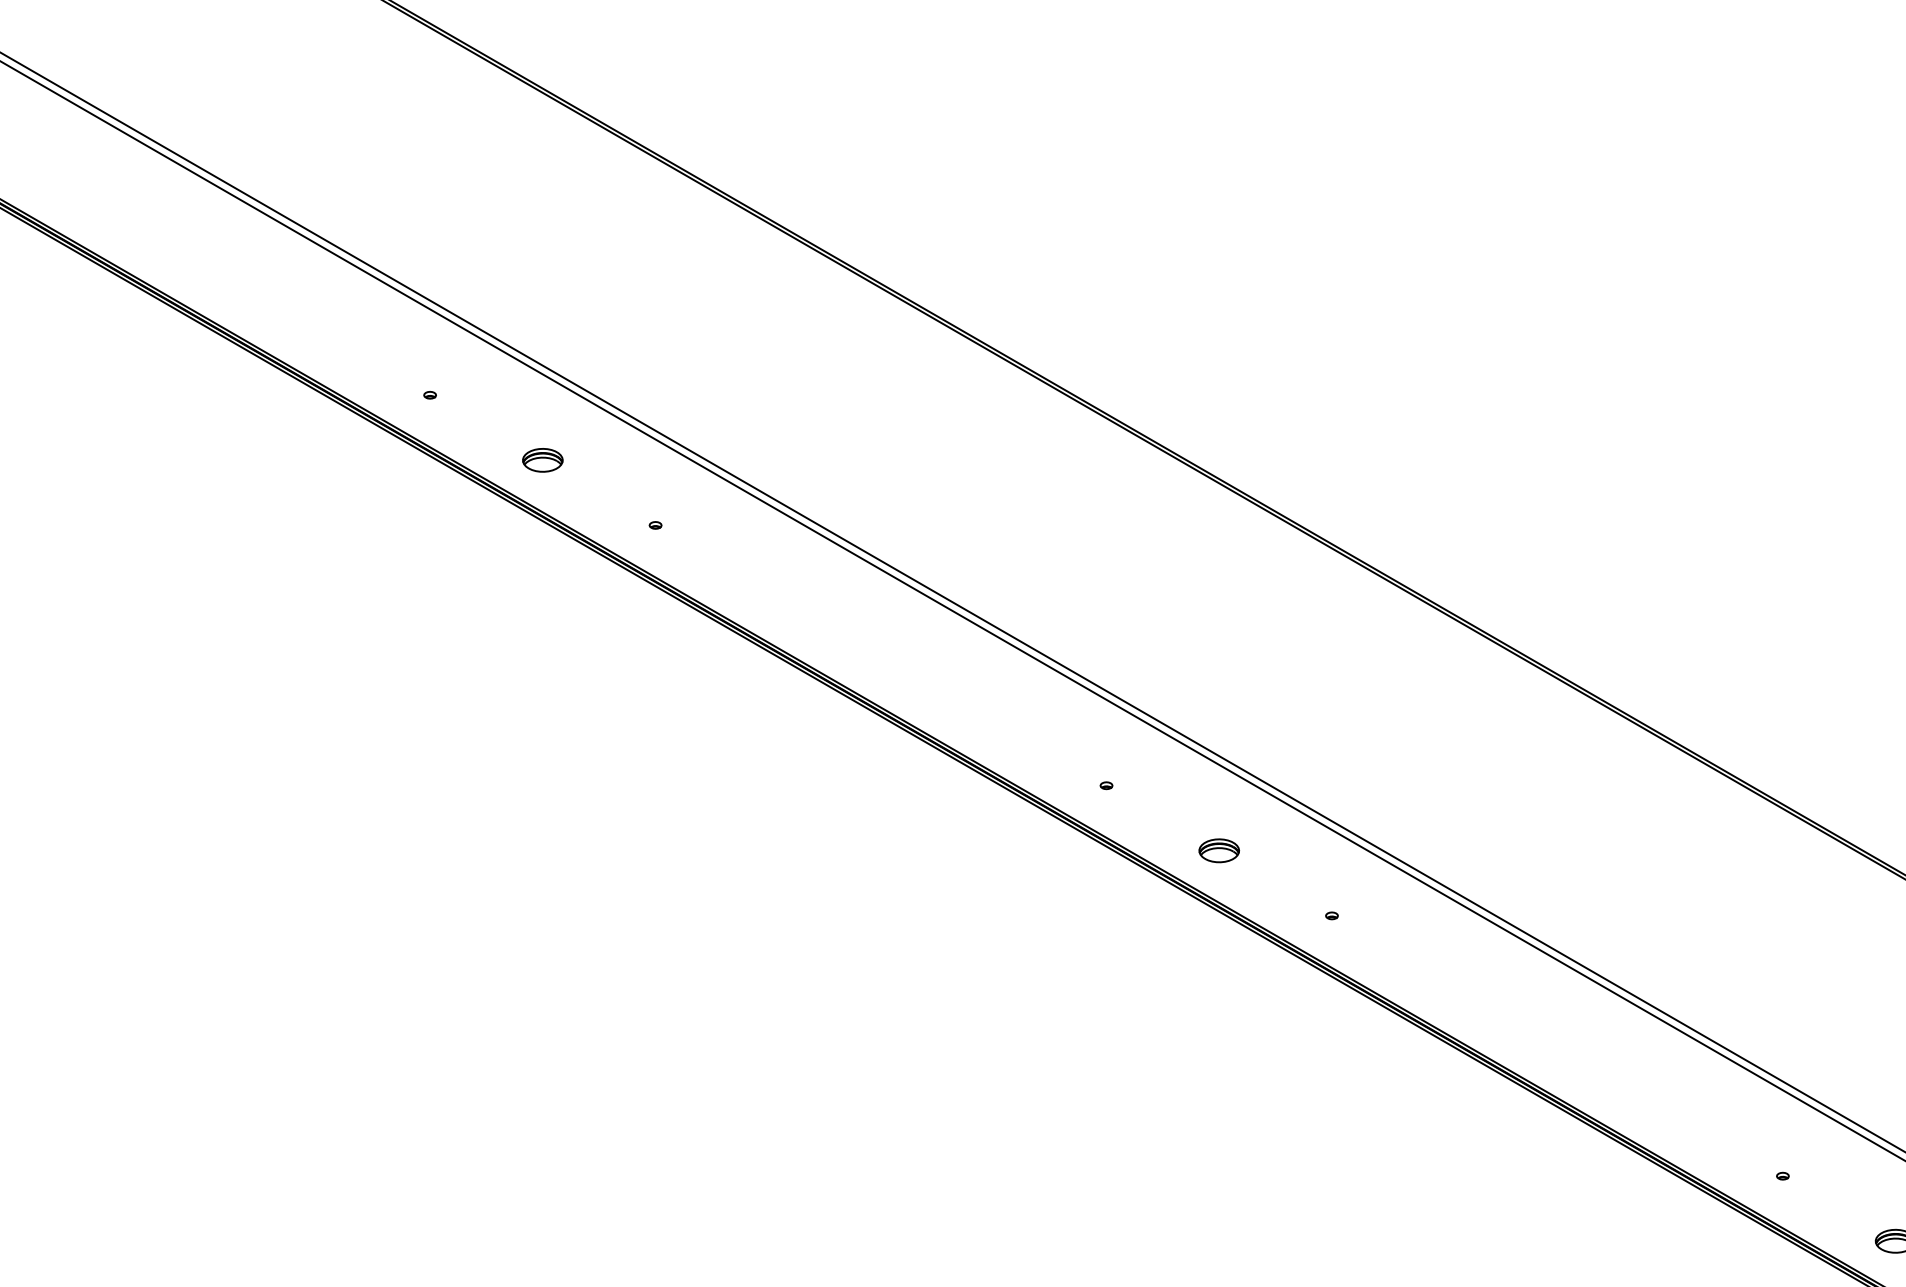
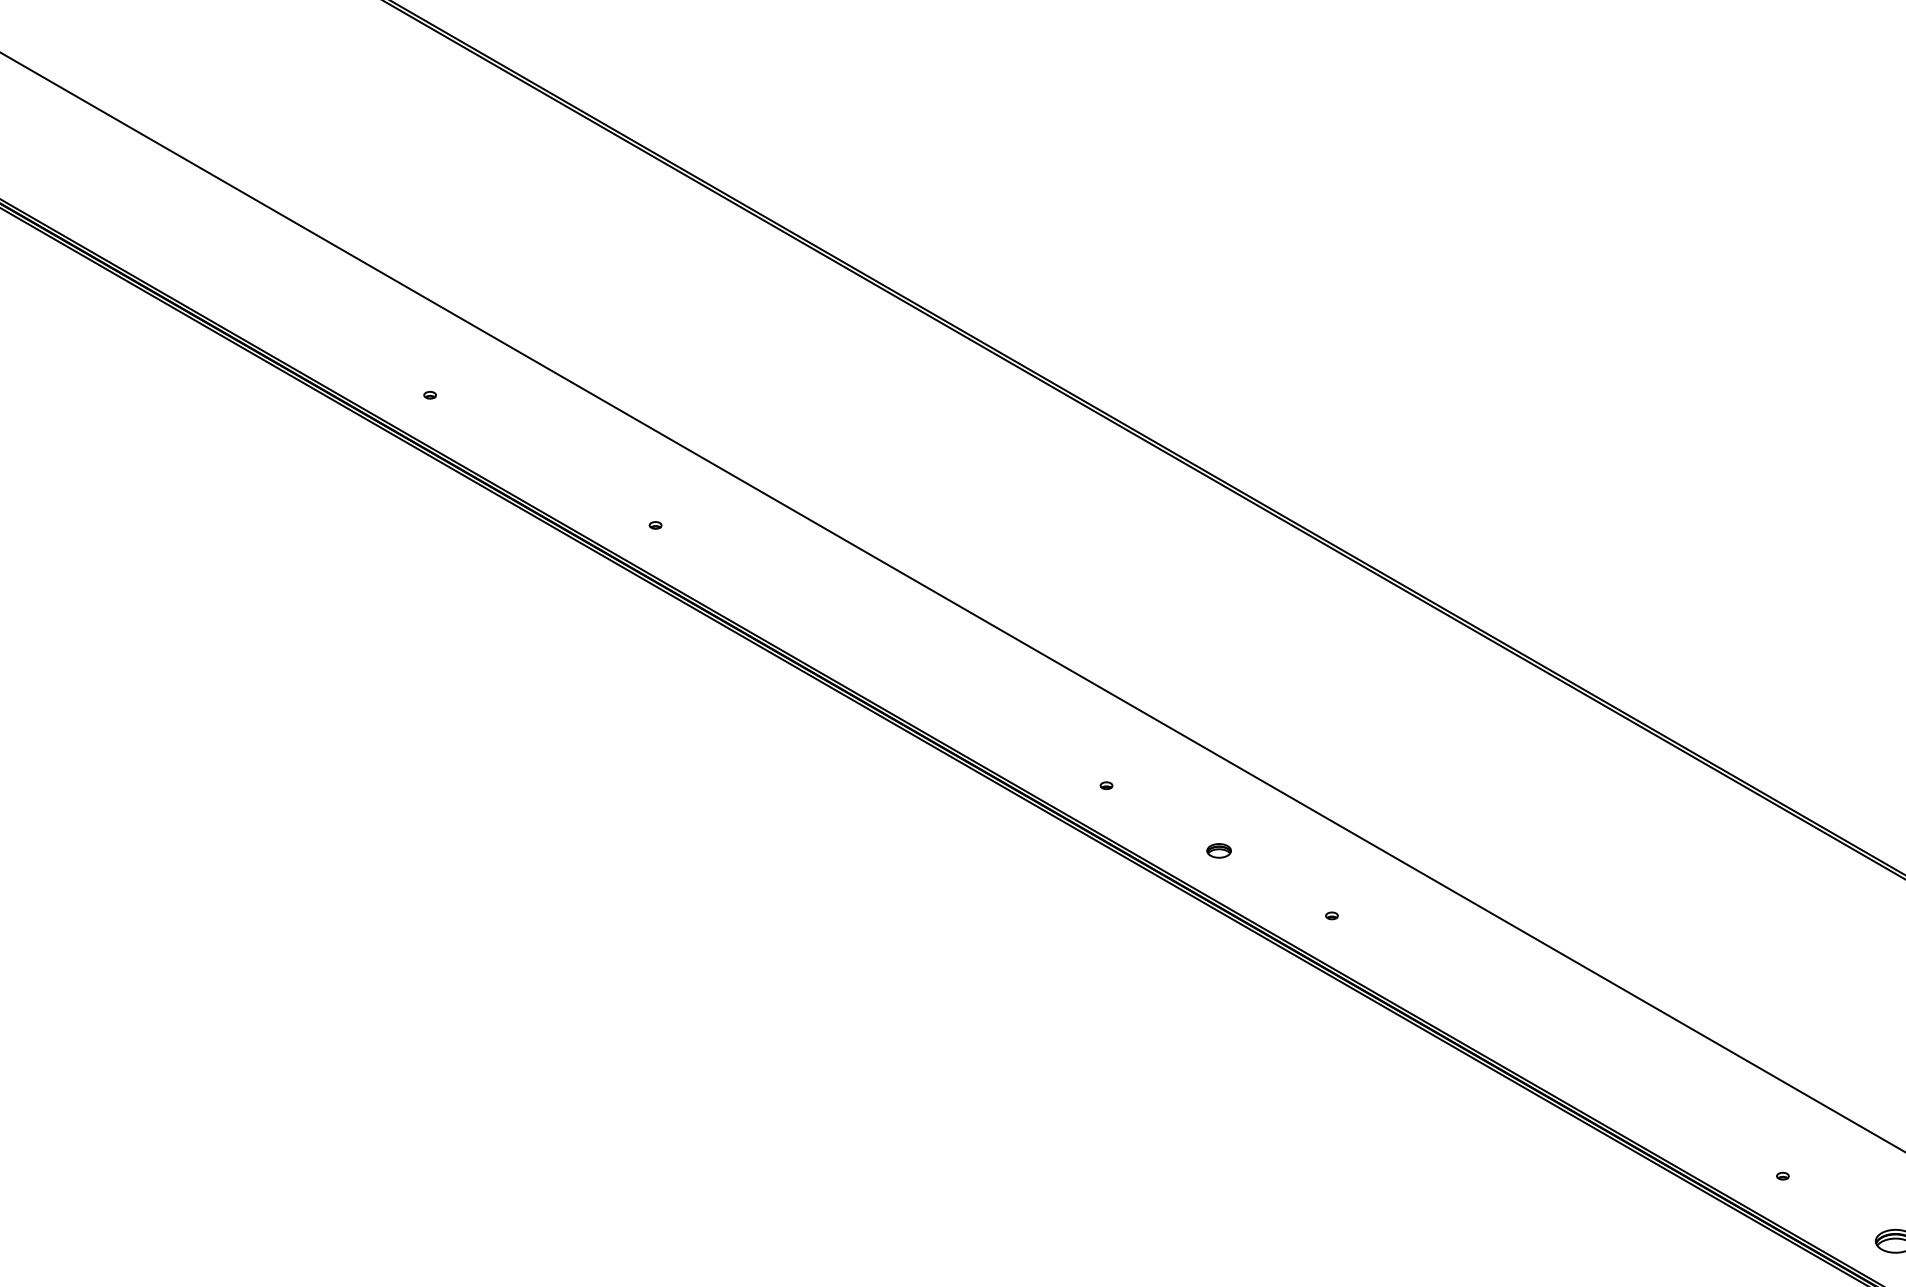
part at (542, 460): present -> none
line at (952, 610): present -> none
part at (1218, 850) size: 42x26 px -> 26x16 px
